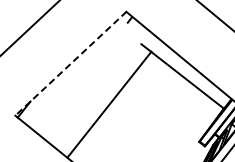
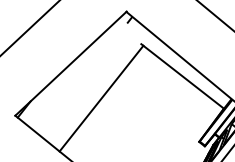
line at (70, 64): dashed -> solid
line at (109, 104) position: (109, 104) -> (101, 98)
